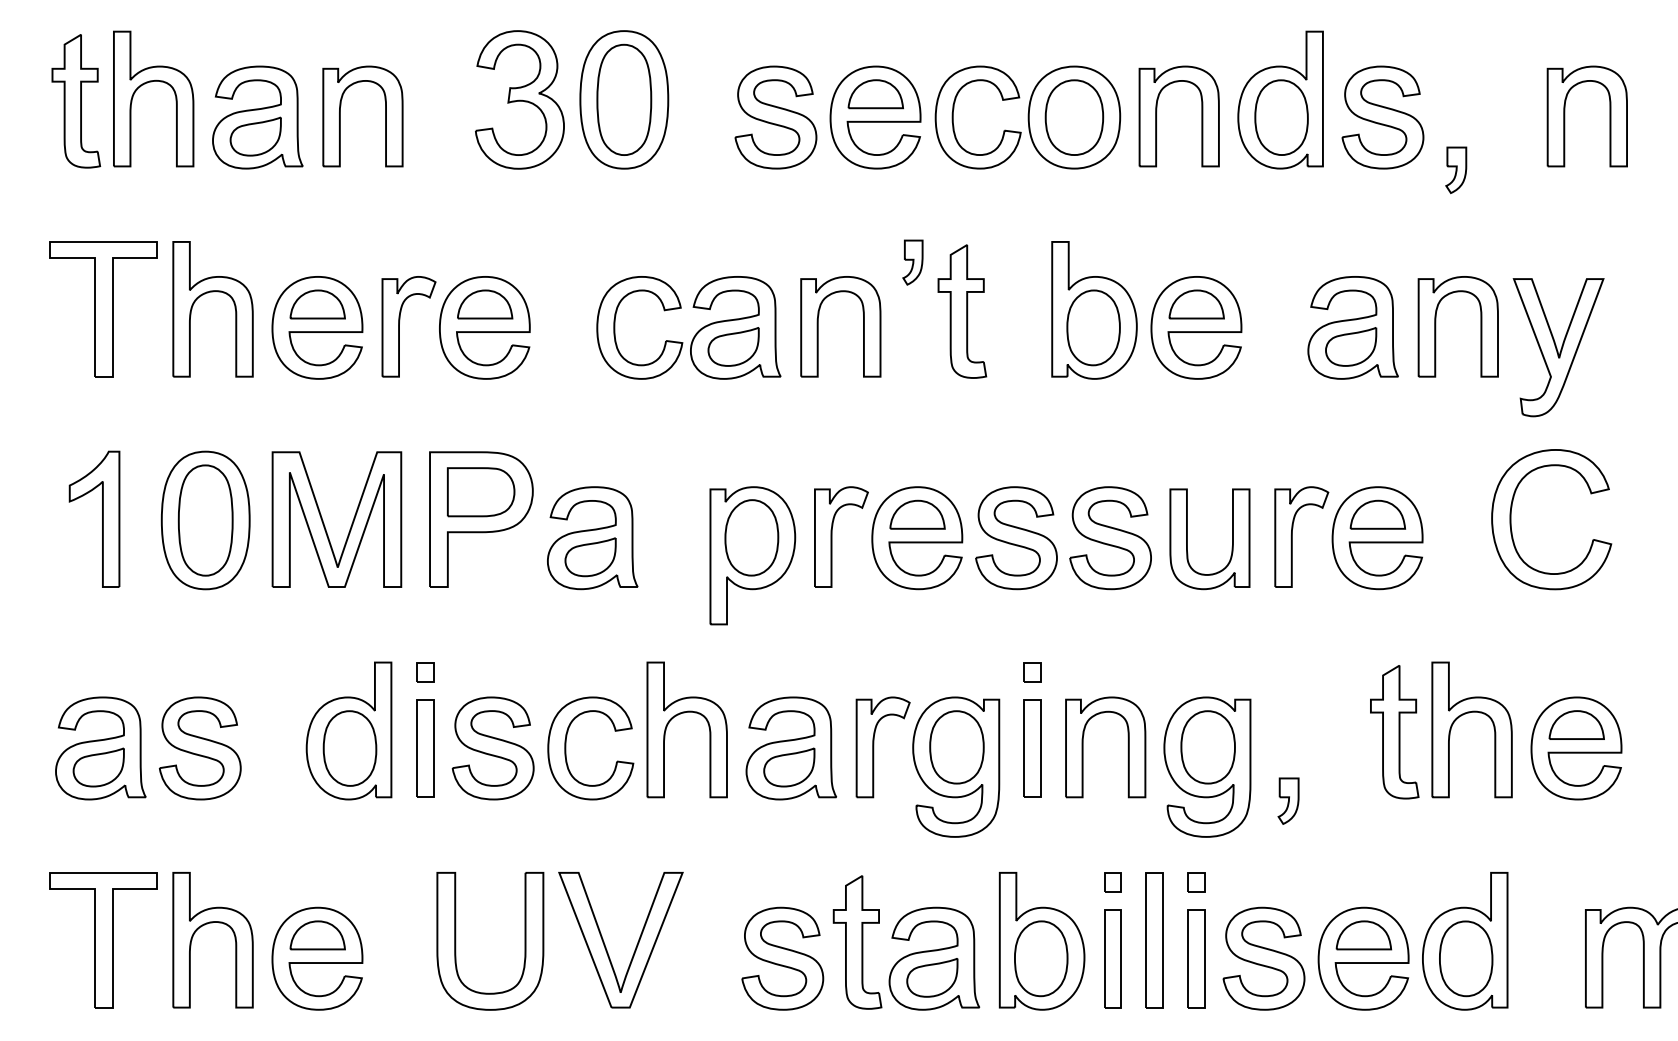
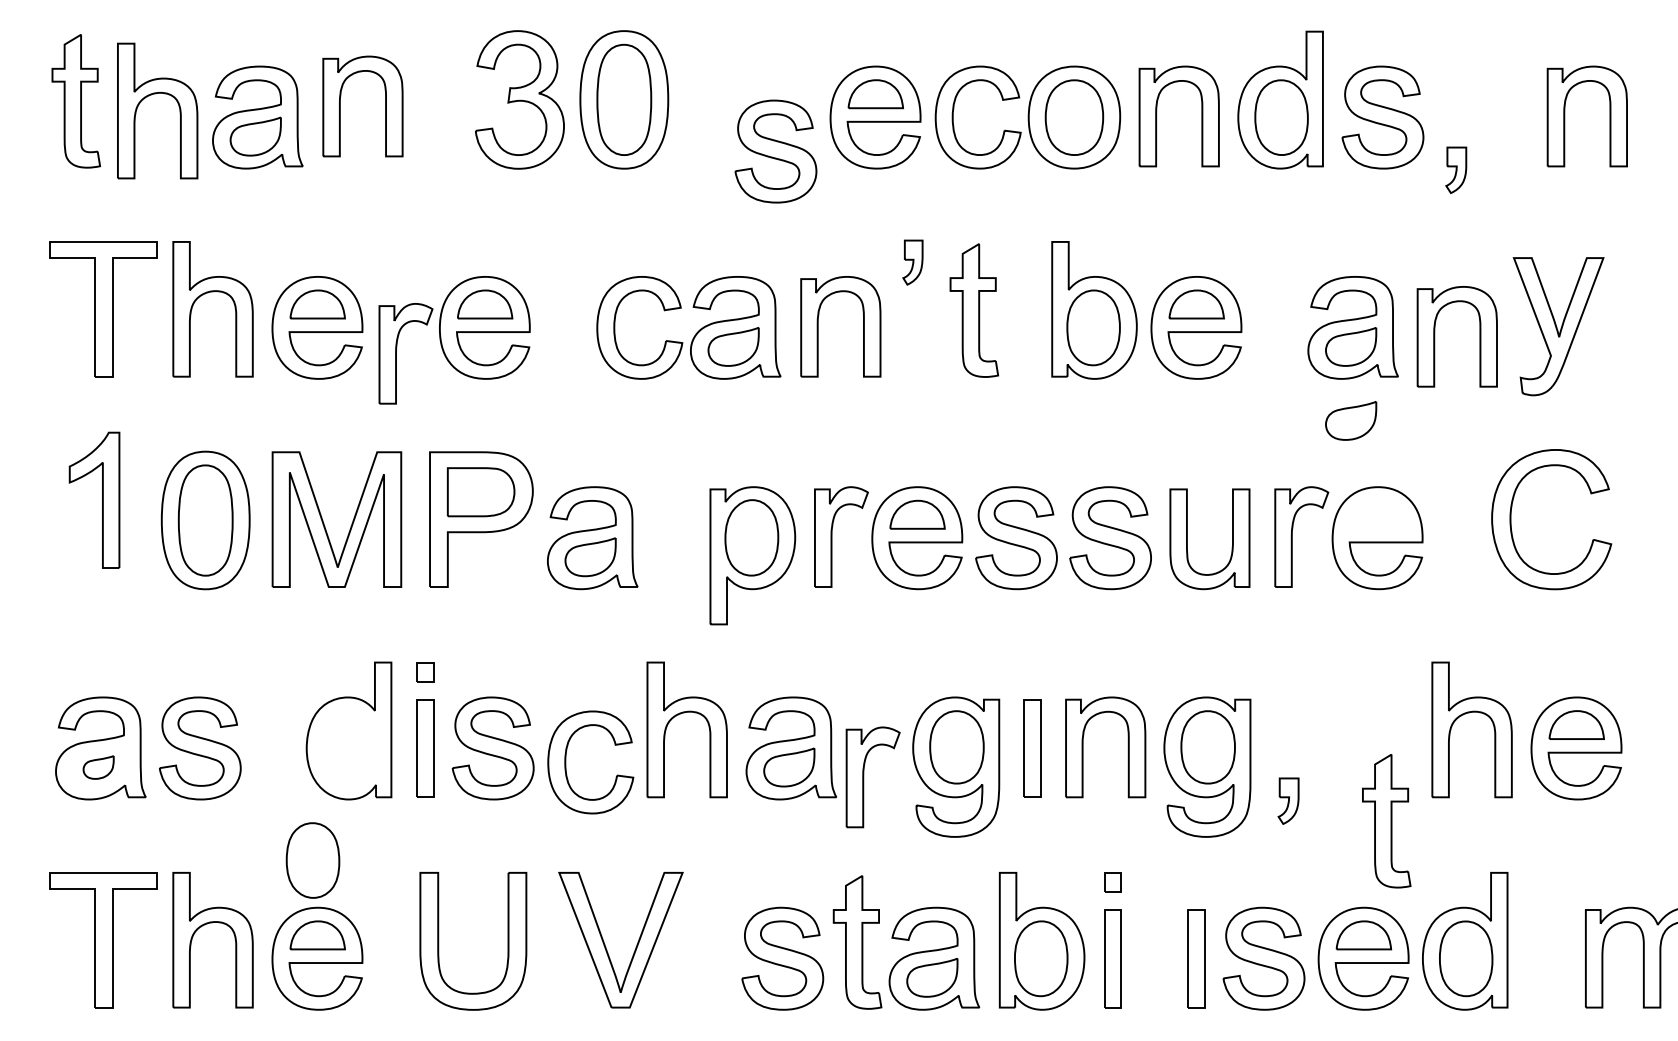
part at (151, 82) position: (151, 82) -> (155, 94)
part at (340, 116) position: (340, 116) -> (340, 106)
part at (775, 117) position: (775, 117) -> (775, 151)
part at (962, 311) position: (962, 311) -> (974, 310)
part at (399, 326) position: (399, 326) -> (396, 353)
part at (1436, 326) position: (1436, 326) -> (1435, 336)
part at (1558, 347) position: (1558, 347) -> (1558, 326)
part at (1351, 420): none -> present
part at (1377, 514): present -> none
part at (102, 518) position: (102, 518) -> (102, 499)
part at (1032, 672): present -> none
part at (1394, 732) position: (1394, 732) -> (1386, 821)
part at (874, 747) position: (874, 747) -> (864, 777)
part at (349, 748) position: (349, 748) -> (312, 860)
part at (566, 748) position: (566, 748) -> (566, 762)
part at (98, 767) size: 53x41 px -> 33x25 px
part at (1196, 882): present -> none
part at (1154, 940): present -> none
part at (456, 941) position: (456, 941) -> (439, 941)
